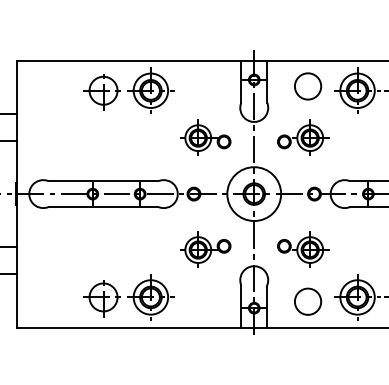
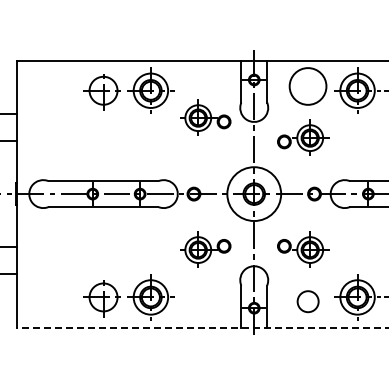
circle at (307, 86) diameter: 26 px -> 37 px
part at (205, 137) position: (205, 137) -> (205, 117)
circle at (308, 301) size: 29x29 px -> 24x24 px
line at (202, 327): solid -> dashed
